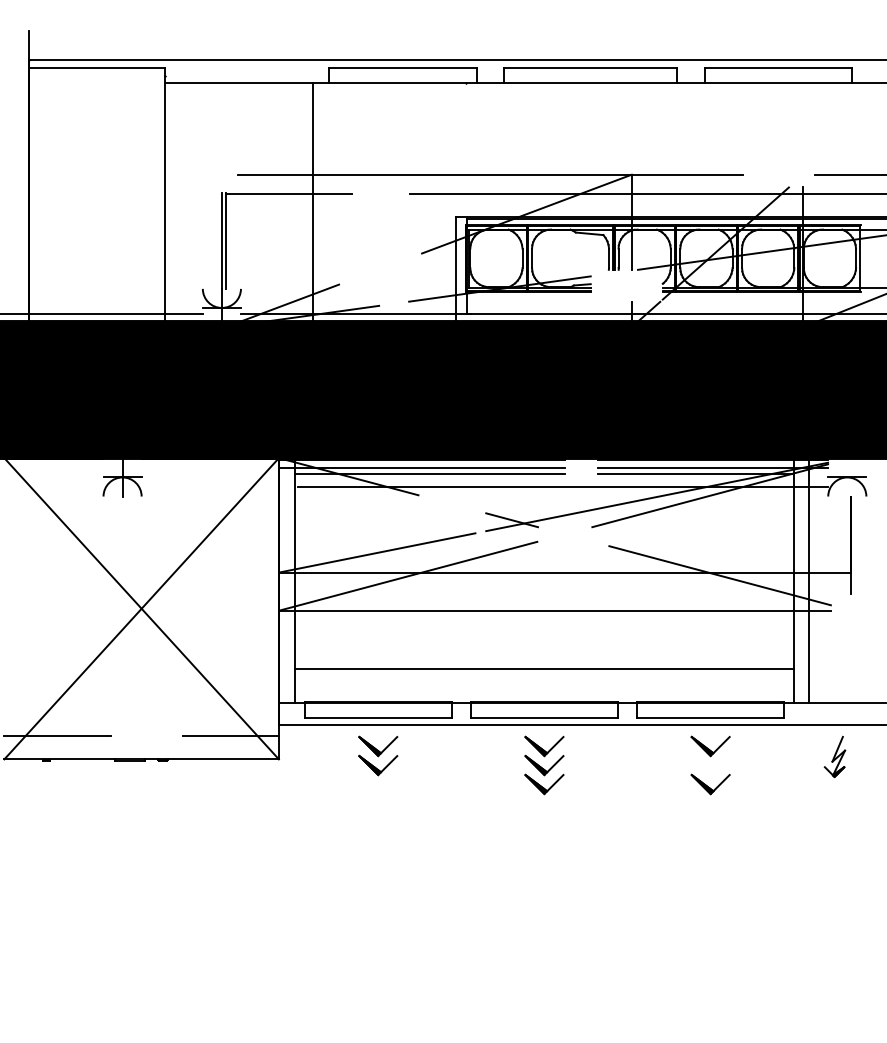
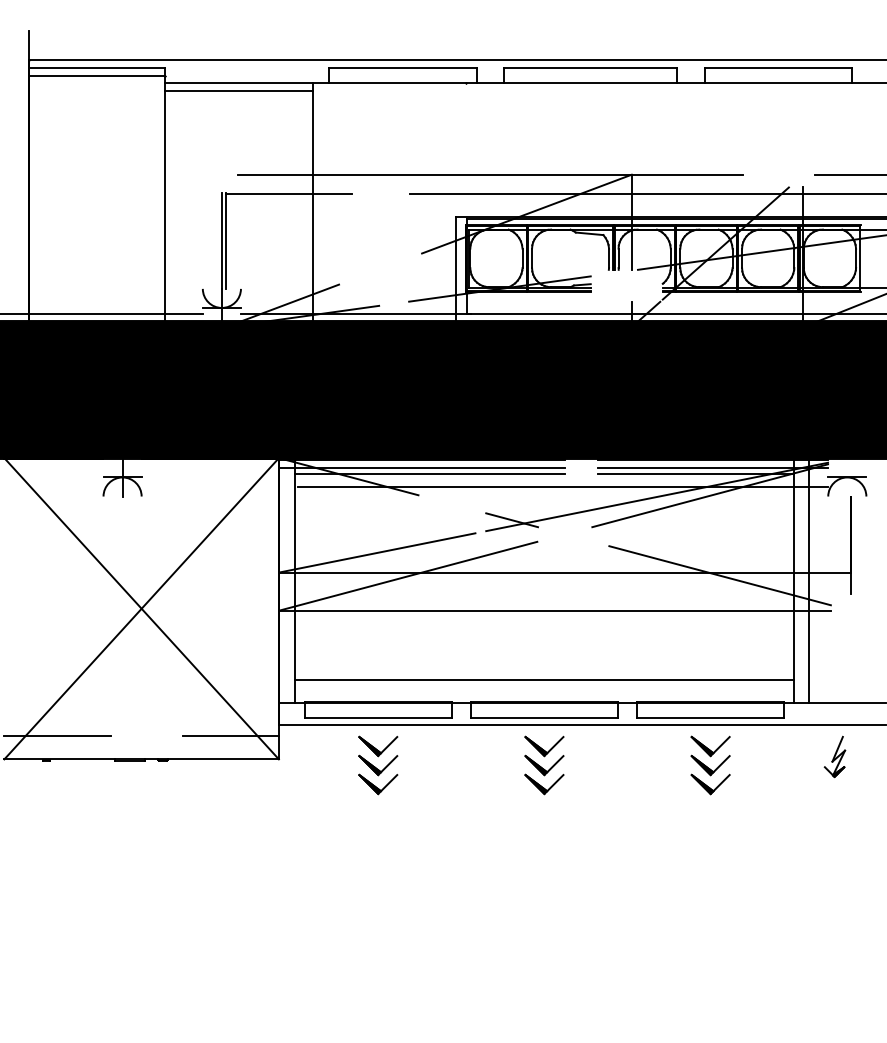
line at (96, 75): none -> present
line at (238, 90): none -> present
line at (544, 668) position: (544, 668) -> (544, 679)
part at (710, 765): none -> present
part at (378, 784): none -> present
